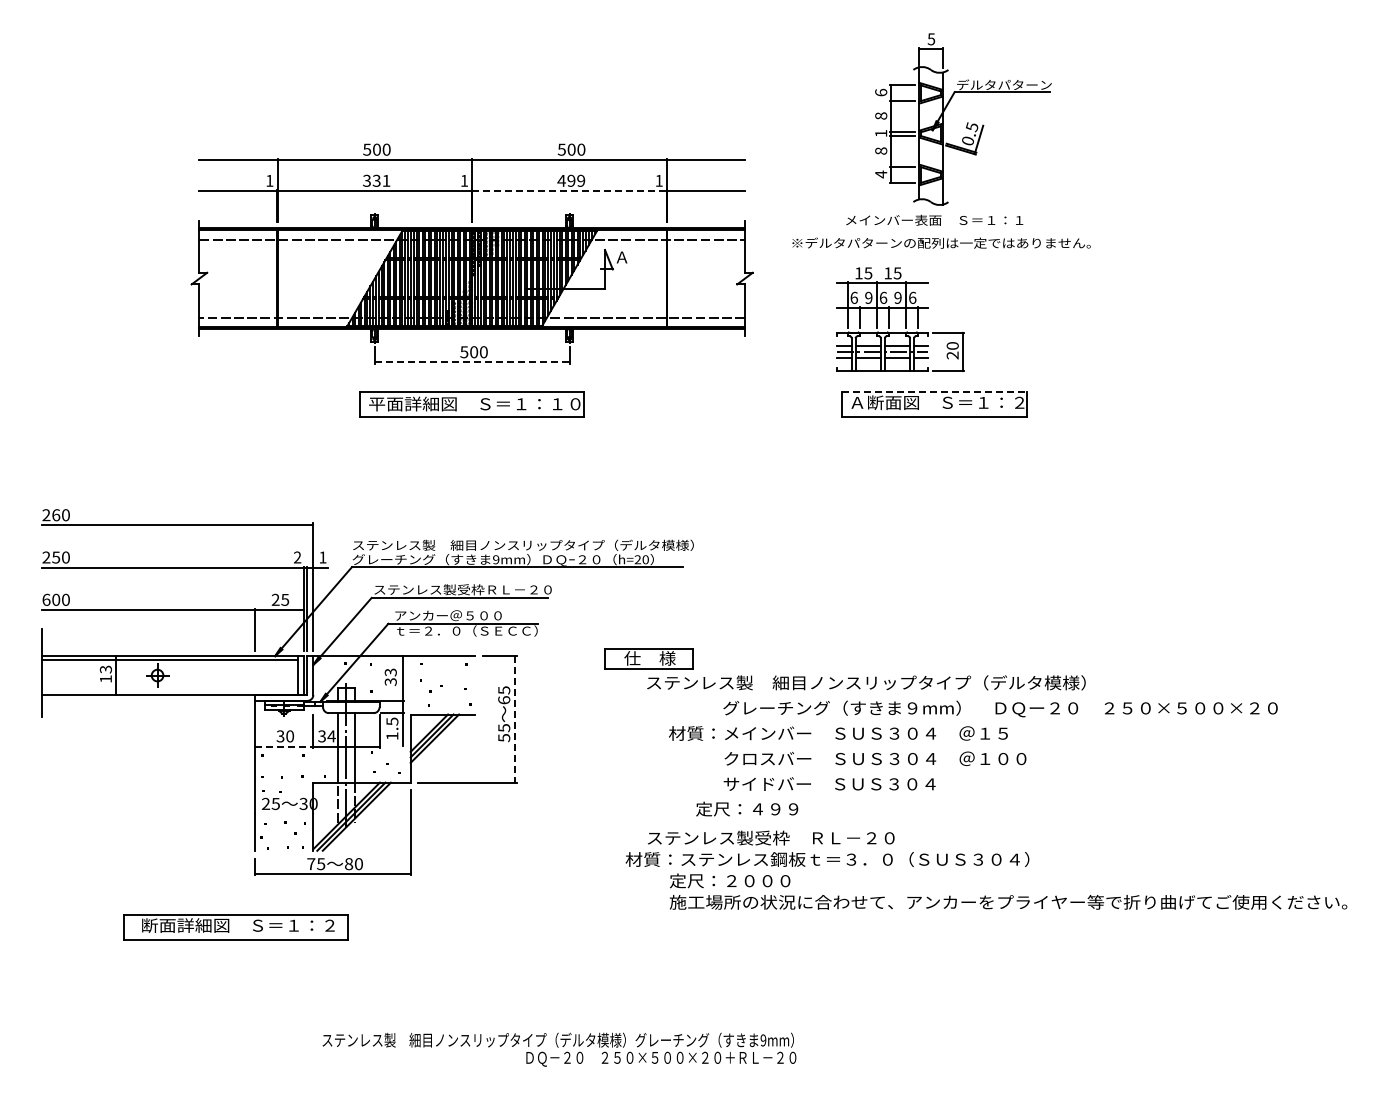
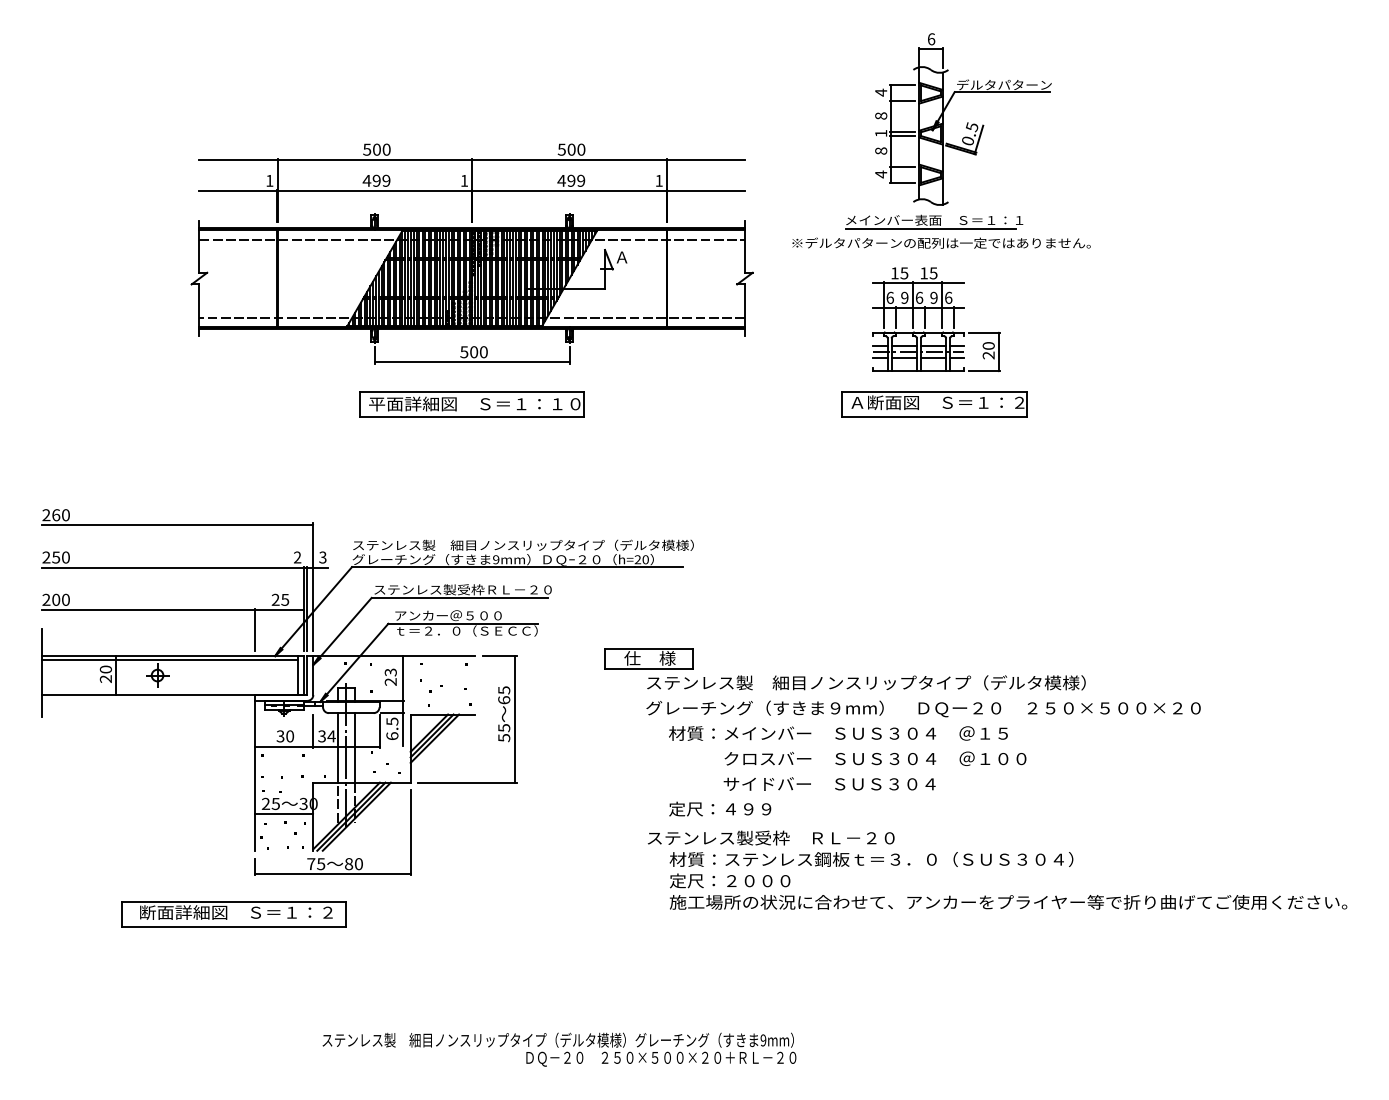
text at (931, 39): 5 -> 6
text at (881, 92): 6 -> 4
text at (376, 180): 331 -> 499
line at (570, 191): dashed -> solid
line at (930, 229): none -> present
part at (900, 319) position: (900, 319) -> (936, 319)
line at (472, 362): dashed -> solid
line at (935, 391): dashed -> solid
text at (322, 557): 1 -> 3
text at (46, 599): 600 -> 200
text at (105, 674): 13 -> 20
text at (390, 681): 33 -> 23
text at (1000, 708) position: (1000, 708) -> (923, 708)
line at (515, 719): dashed -> solid
text at (392, 735): 1.5 -> 6.5
line at (284, 746): dashed -> solid
text at (747, 808) position: (747, 808) -> (720, 808)
line at (283, 813): none -> present
text at (827, 859) position: (827, 859) -> (871, 859)
part at (235, 927) position: (235, 927) -> (233, 914)
